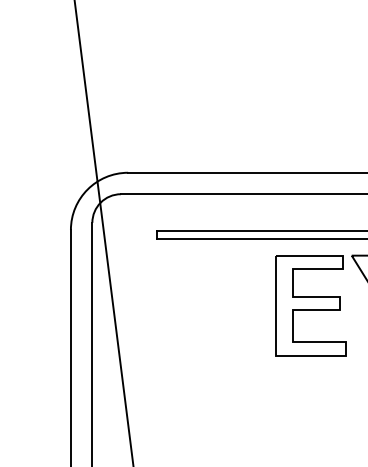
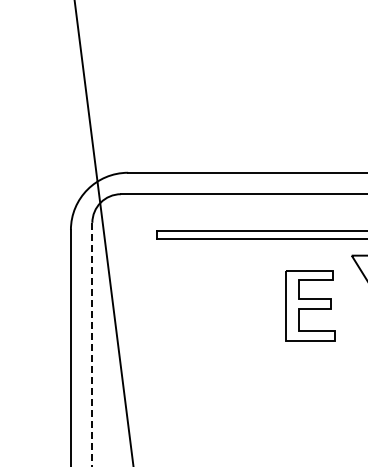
part at (310, 305) size: 72x102 px -> 51x72 px
line at (92, 344): solid -> dashed
